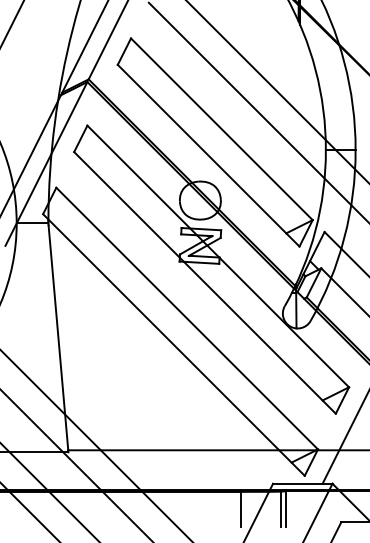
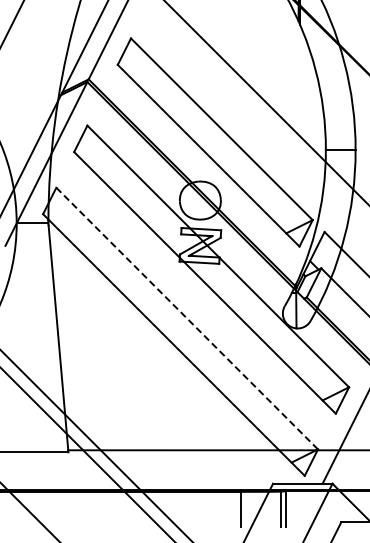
line at (277, 91) position: (277, 91) -> (265, 102)
line at (257, 111): present -> none
line at (187, 318): solid -> dashed
line at (76, 465) position: (76, 465) -> (87, 454)
line at (49, 491): present -> none
